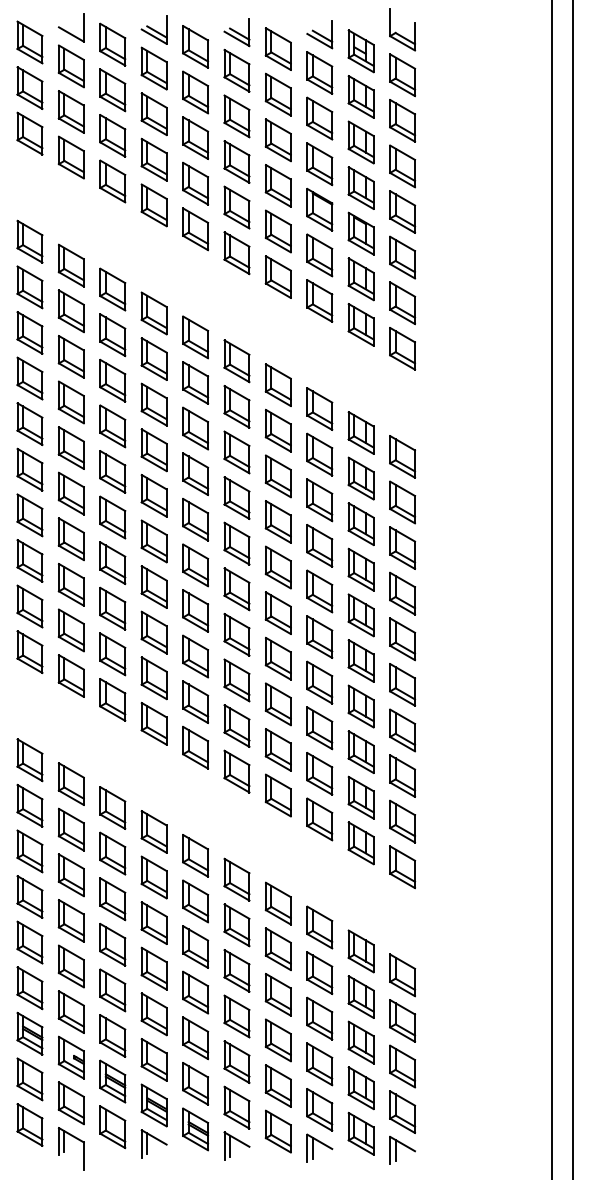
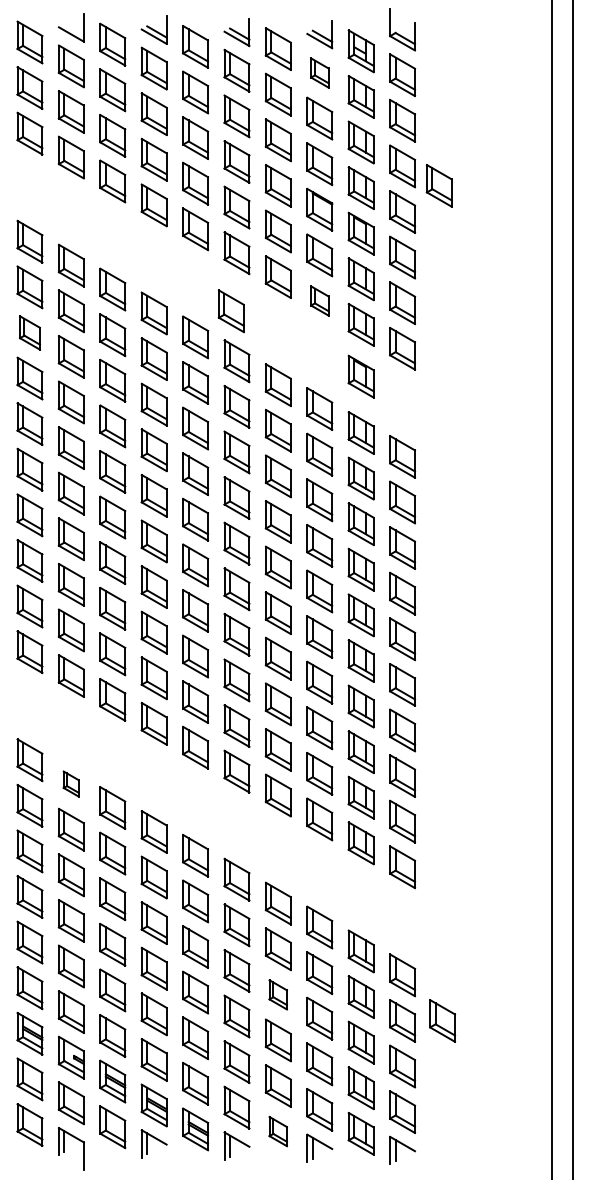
part at (319, 72) size: 28x44 px -> 20x32 px
part at (438, 185): none -> present
part at (319, 300) size: 28x44 px -> 20x32 px
part at (230, 311): none -> present
part at (29, 332) size: 28x44 px -> 22x36 px
part at (360, 376): none -> present
part at (70, 783) size: 28x44 px -> 18x28 px
part at (277, 994) size: 28x44 px -> 20x32 px
part at (442, 1020): none -> present
part at (277, 1131) size: 28x45 px -> 20x33 px
